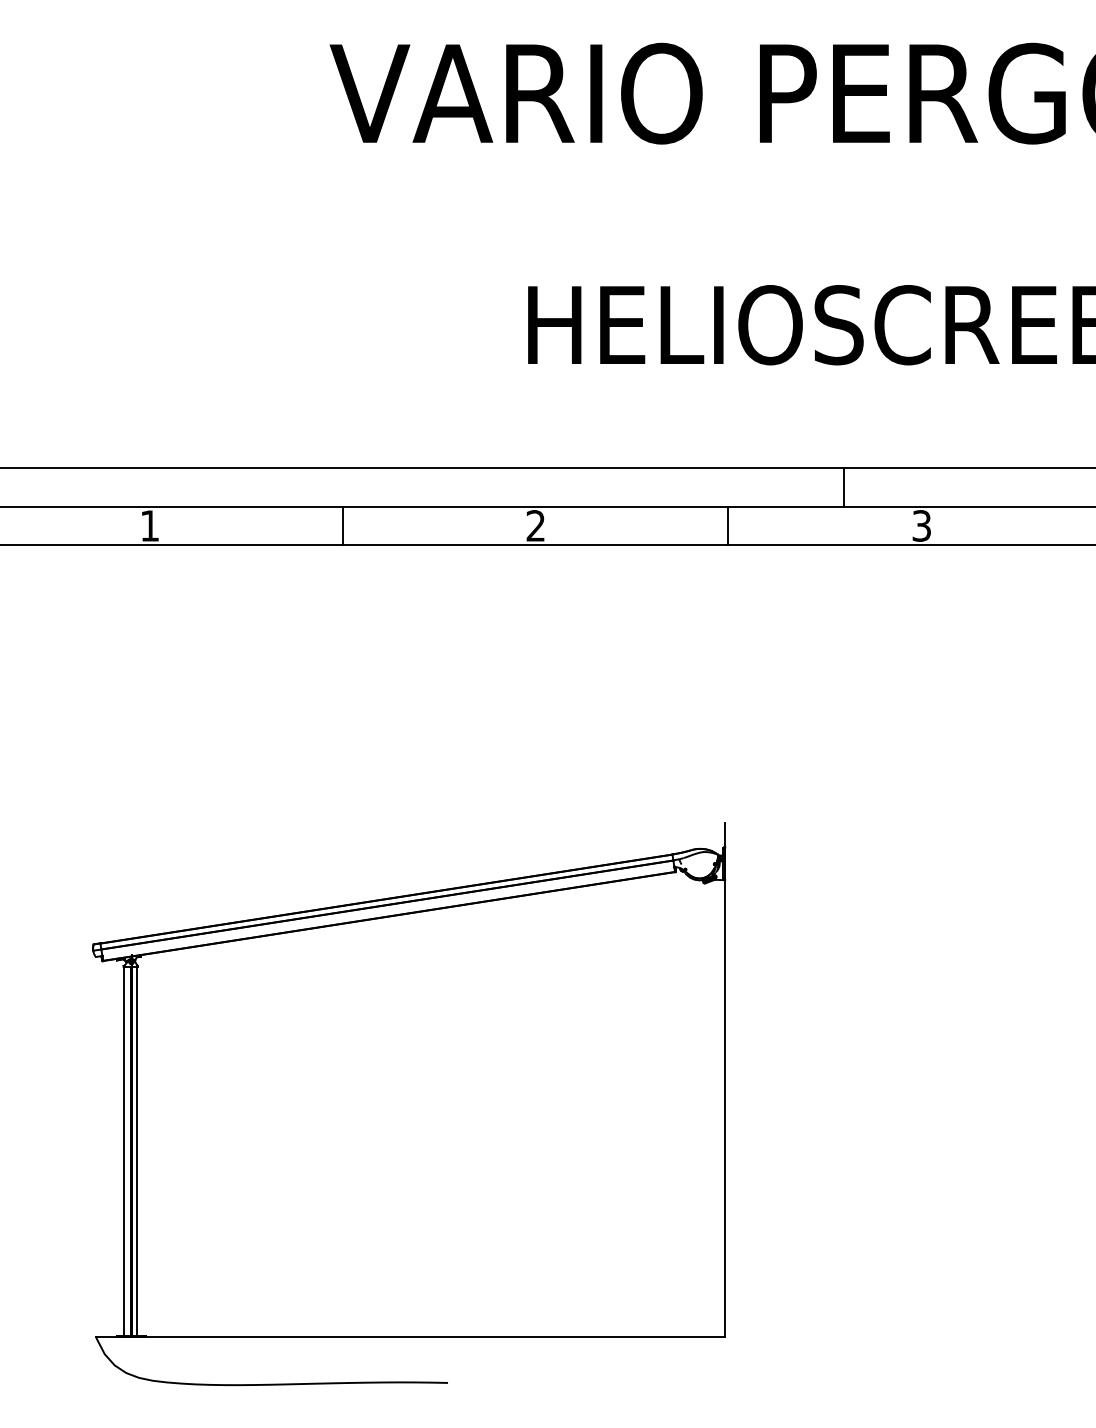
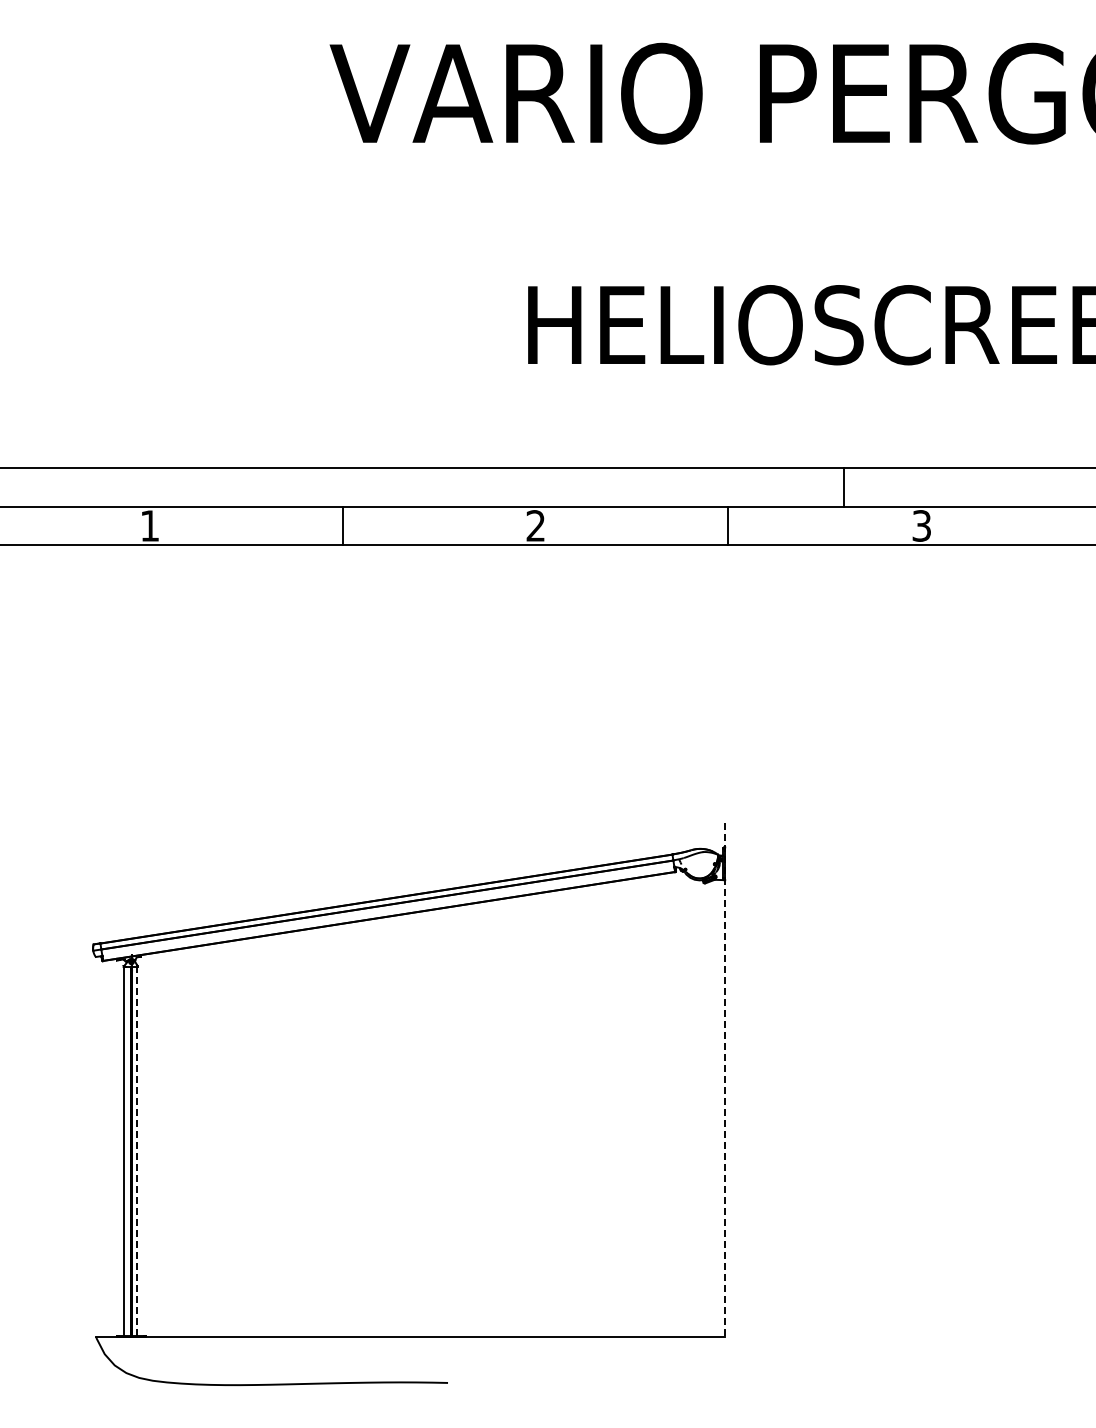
line at (725, 1080): solid -> dashed
line at (137, 1150): solid -> dashed
